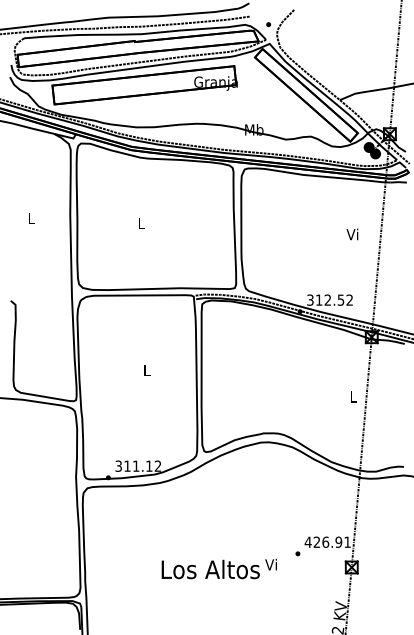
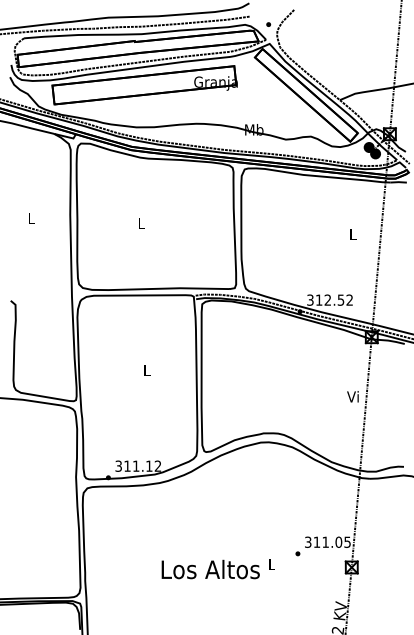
text at (352, 234): Vi -> L
text at (352, 396): L -> Vi
text at (327, 541): 426.91 -> 311.05
text at (270, 564): Vi -> L
